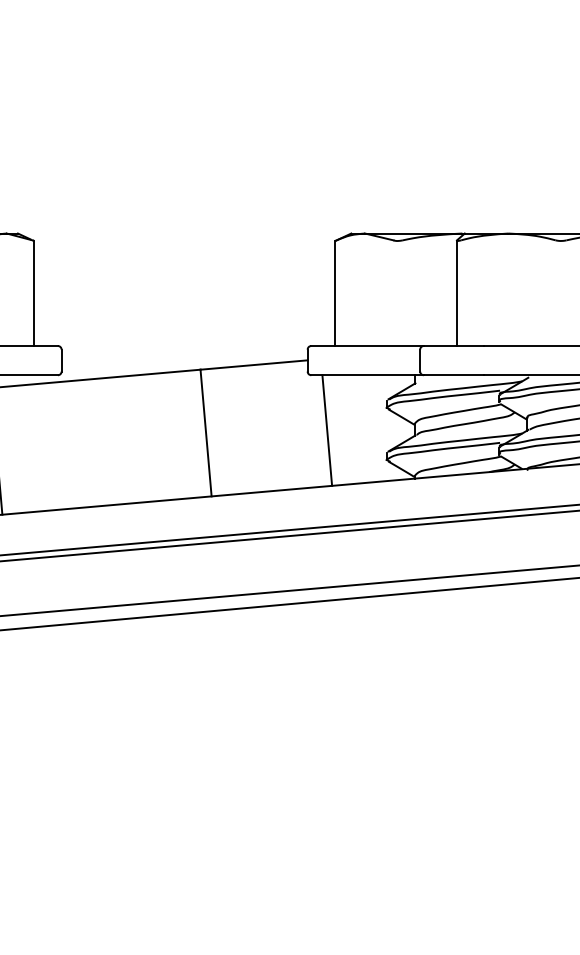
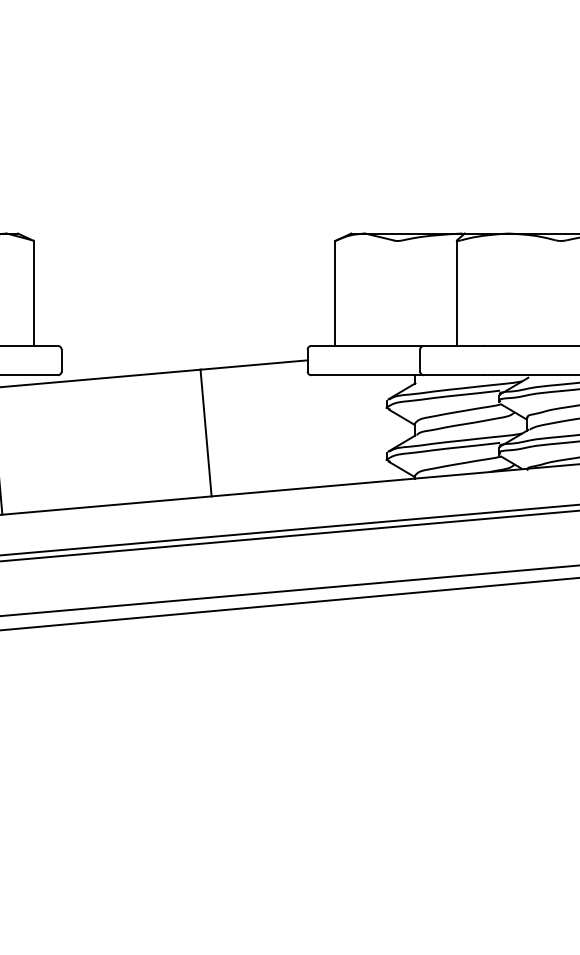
line at (327, 430): present -> none
